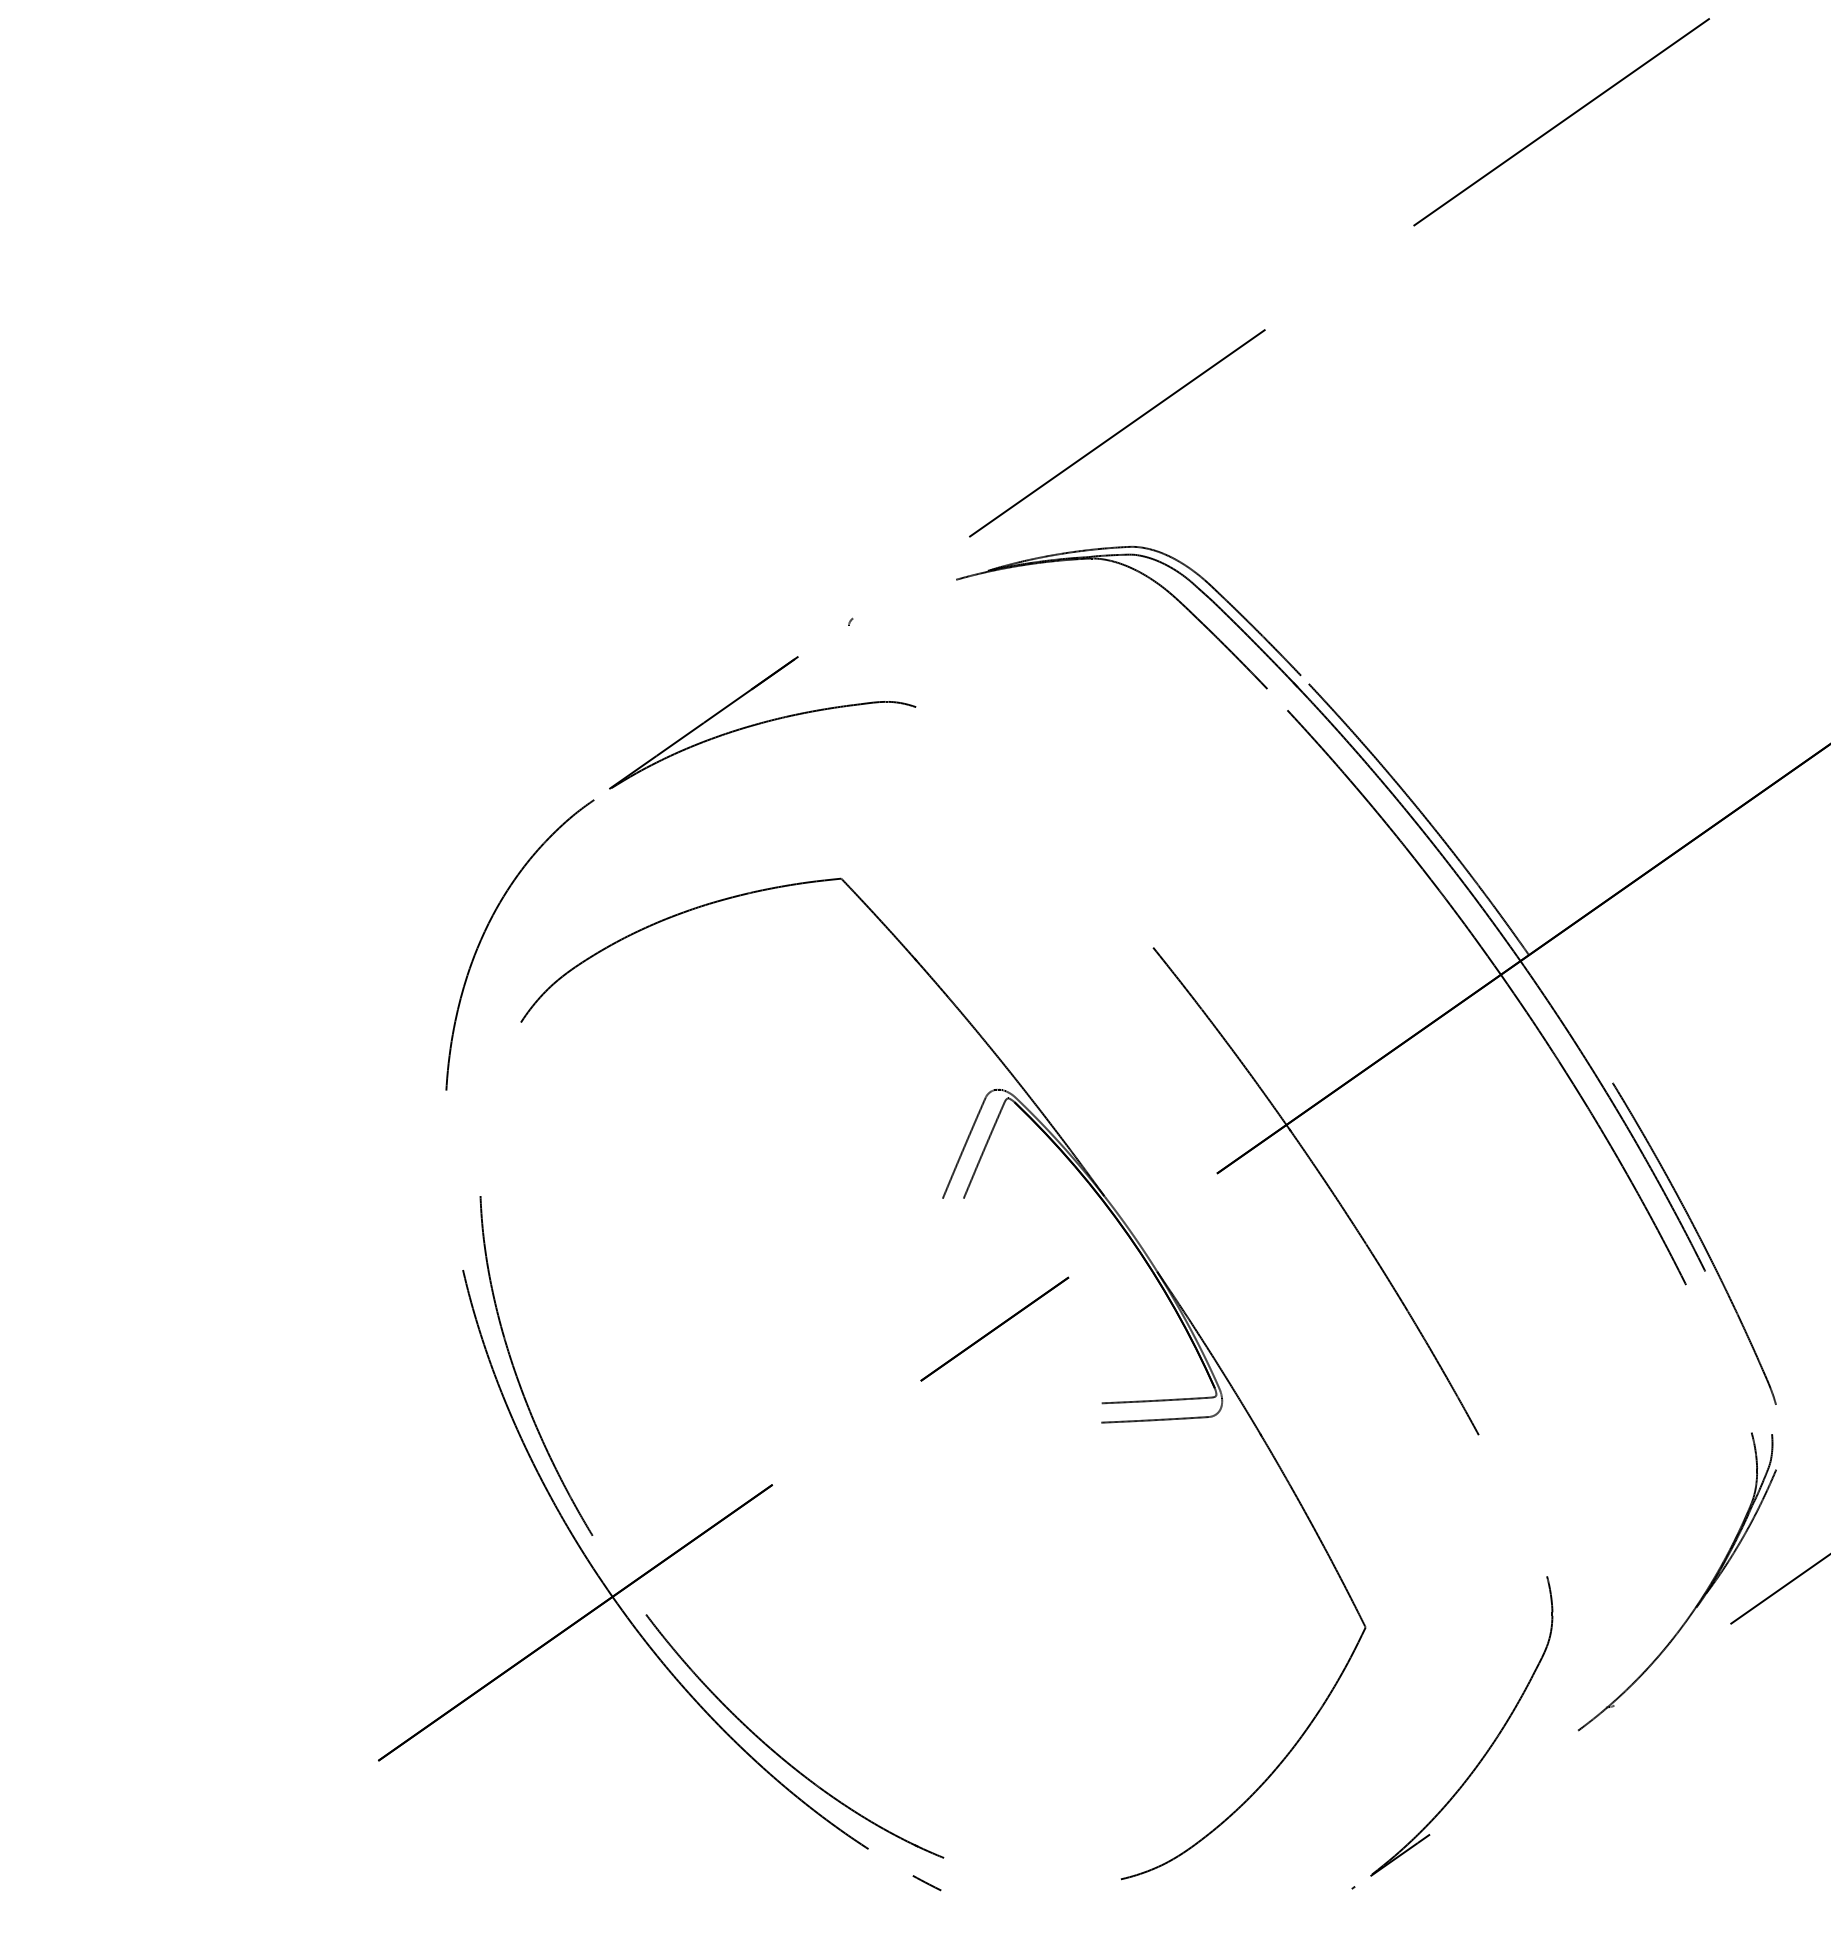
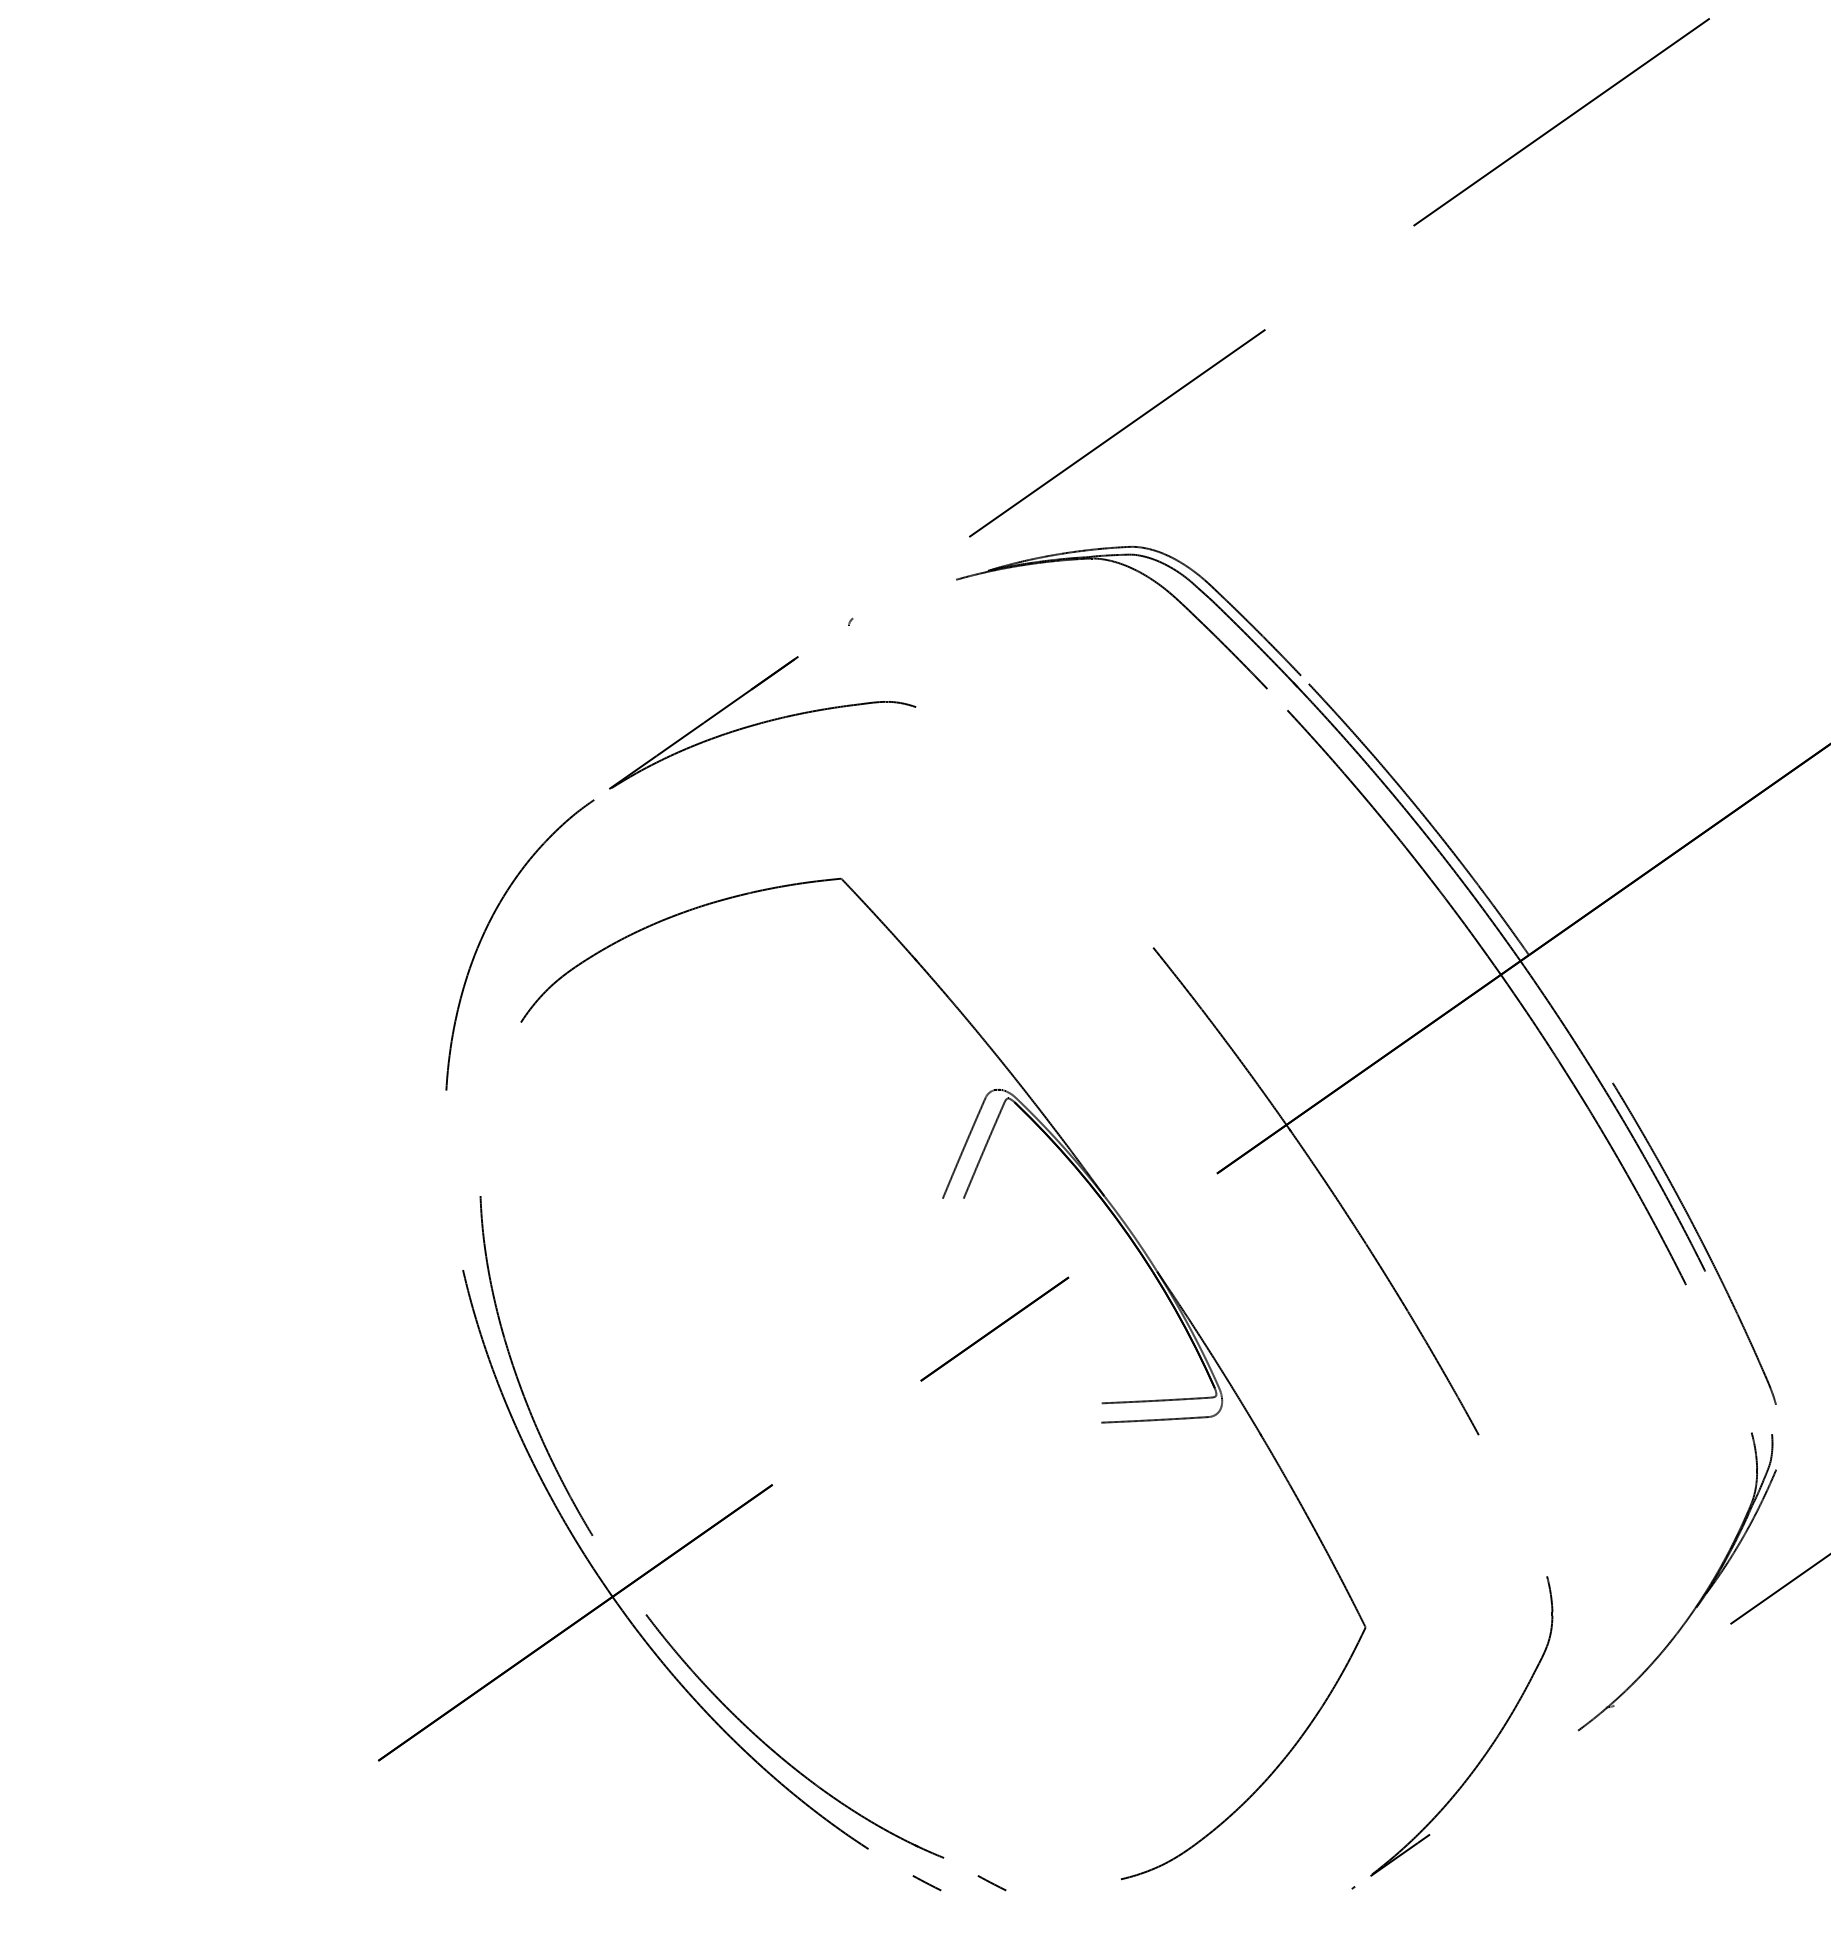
line at (991, 1883): none -> present
